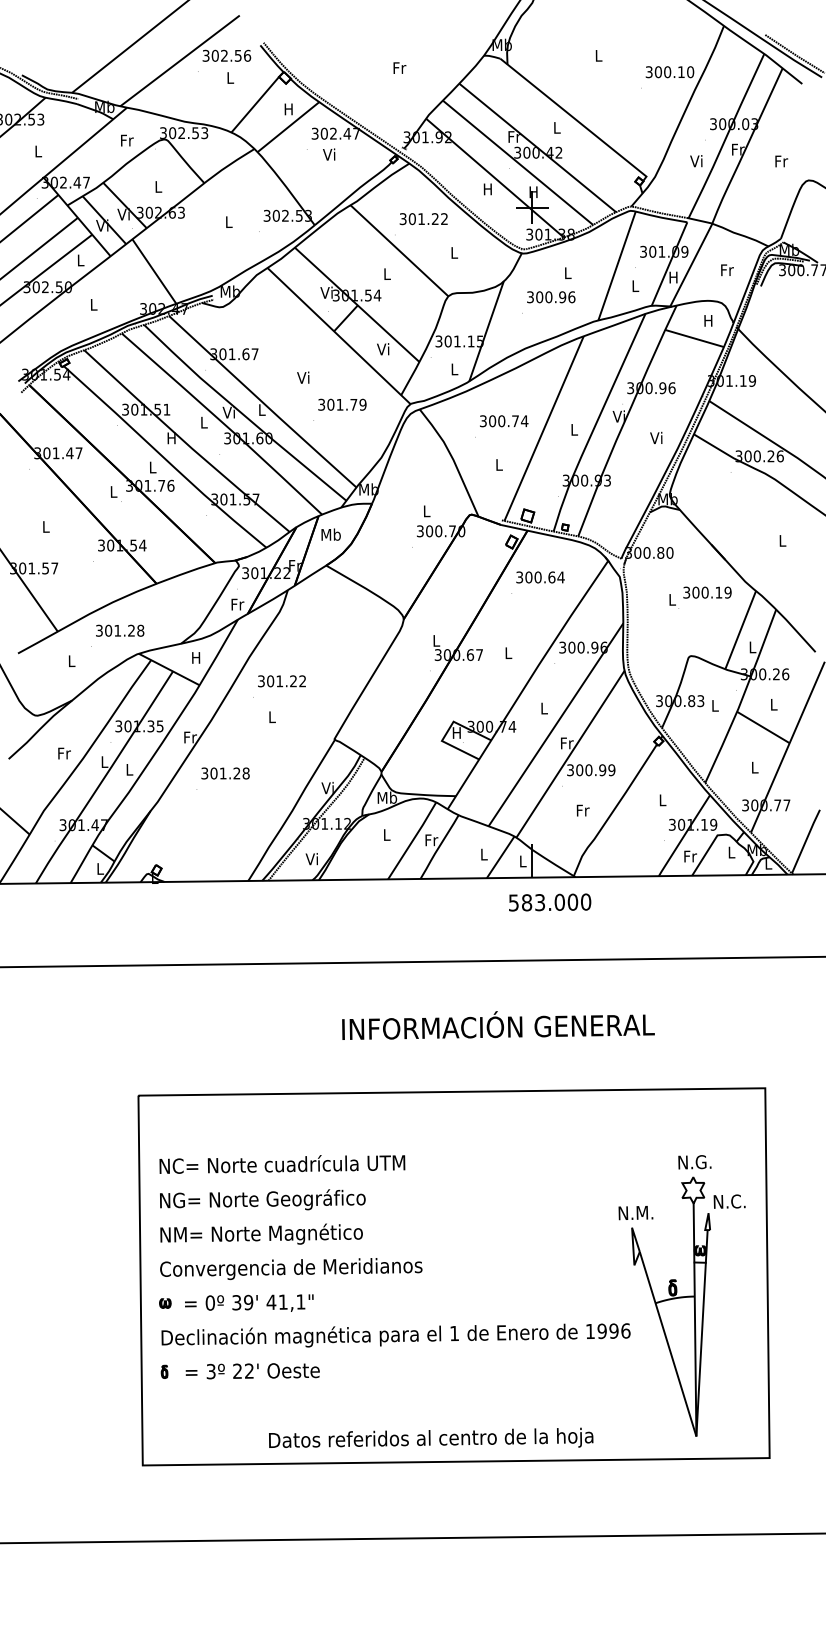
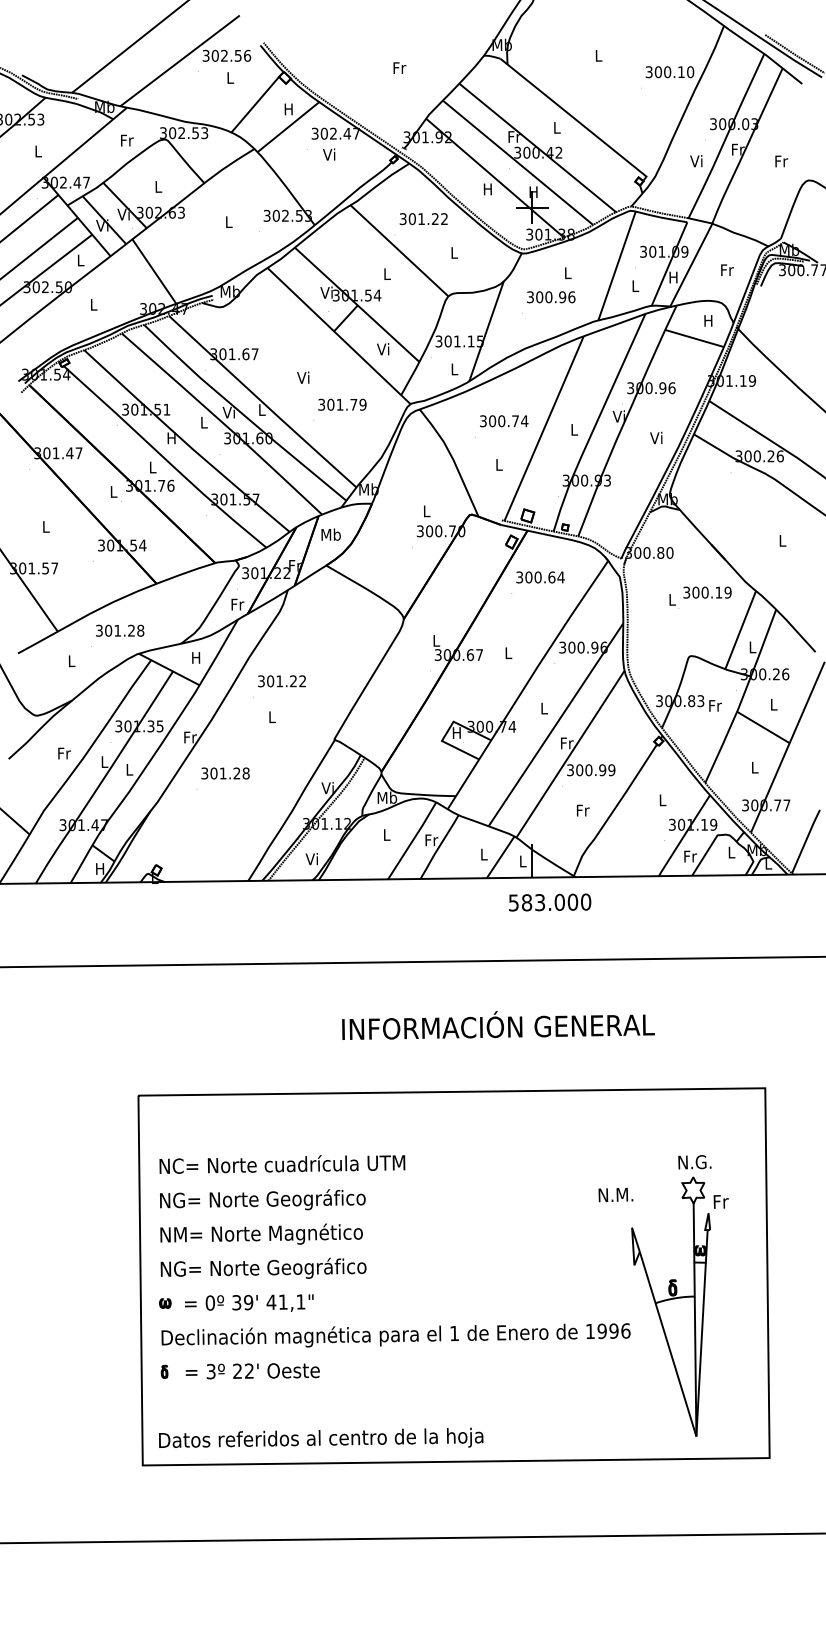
text at (715, 705): L -> Fr
text at (100, 868): L -> H
text at (730, 1201): N.C. -> Fr
text at (635, 1213) position: (635, 1213) -> (615, 1195)
text at (291, 1268): Convergencia de Meridianos -> NG= Norte Geográfico
text at (431, 1437) position: (431, 1437) -> (321, 1437)
